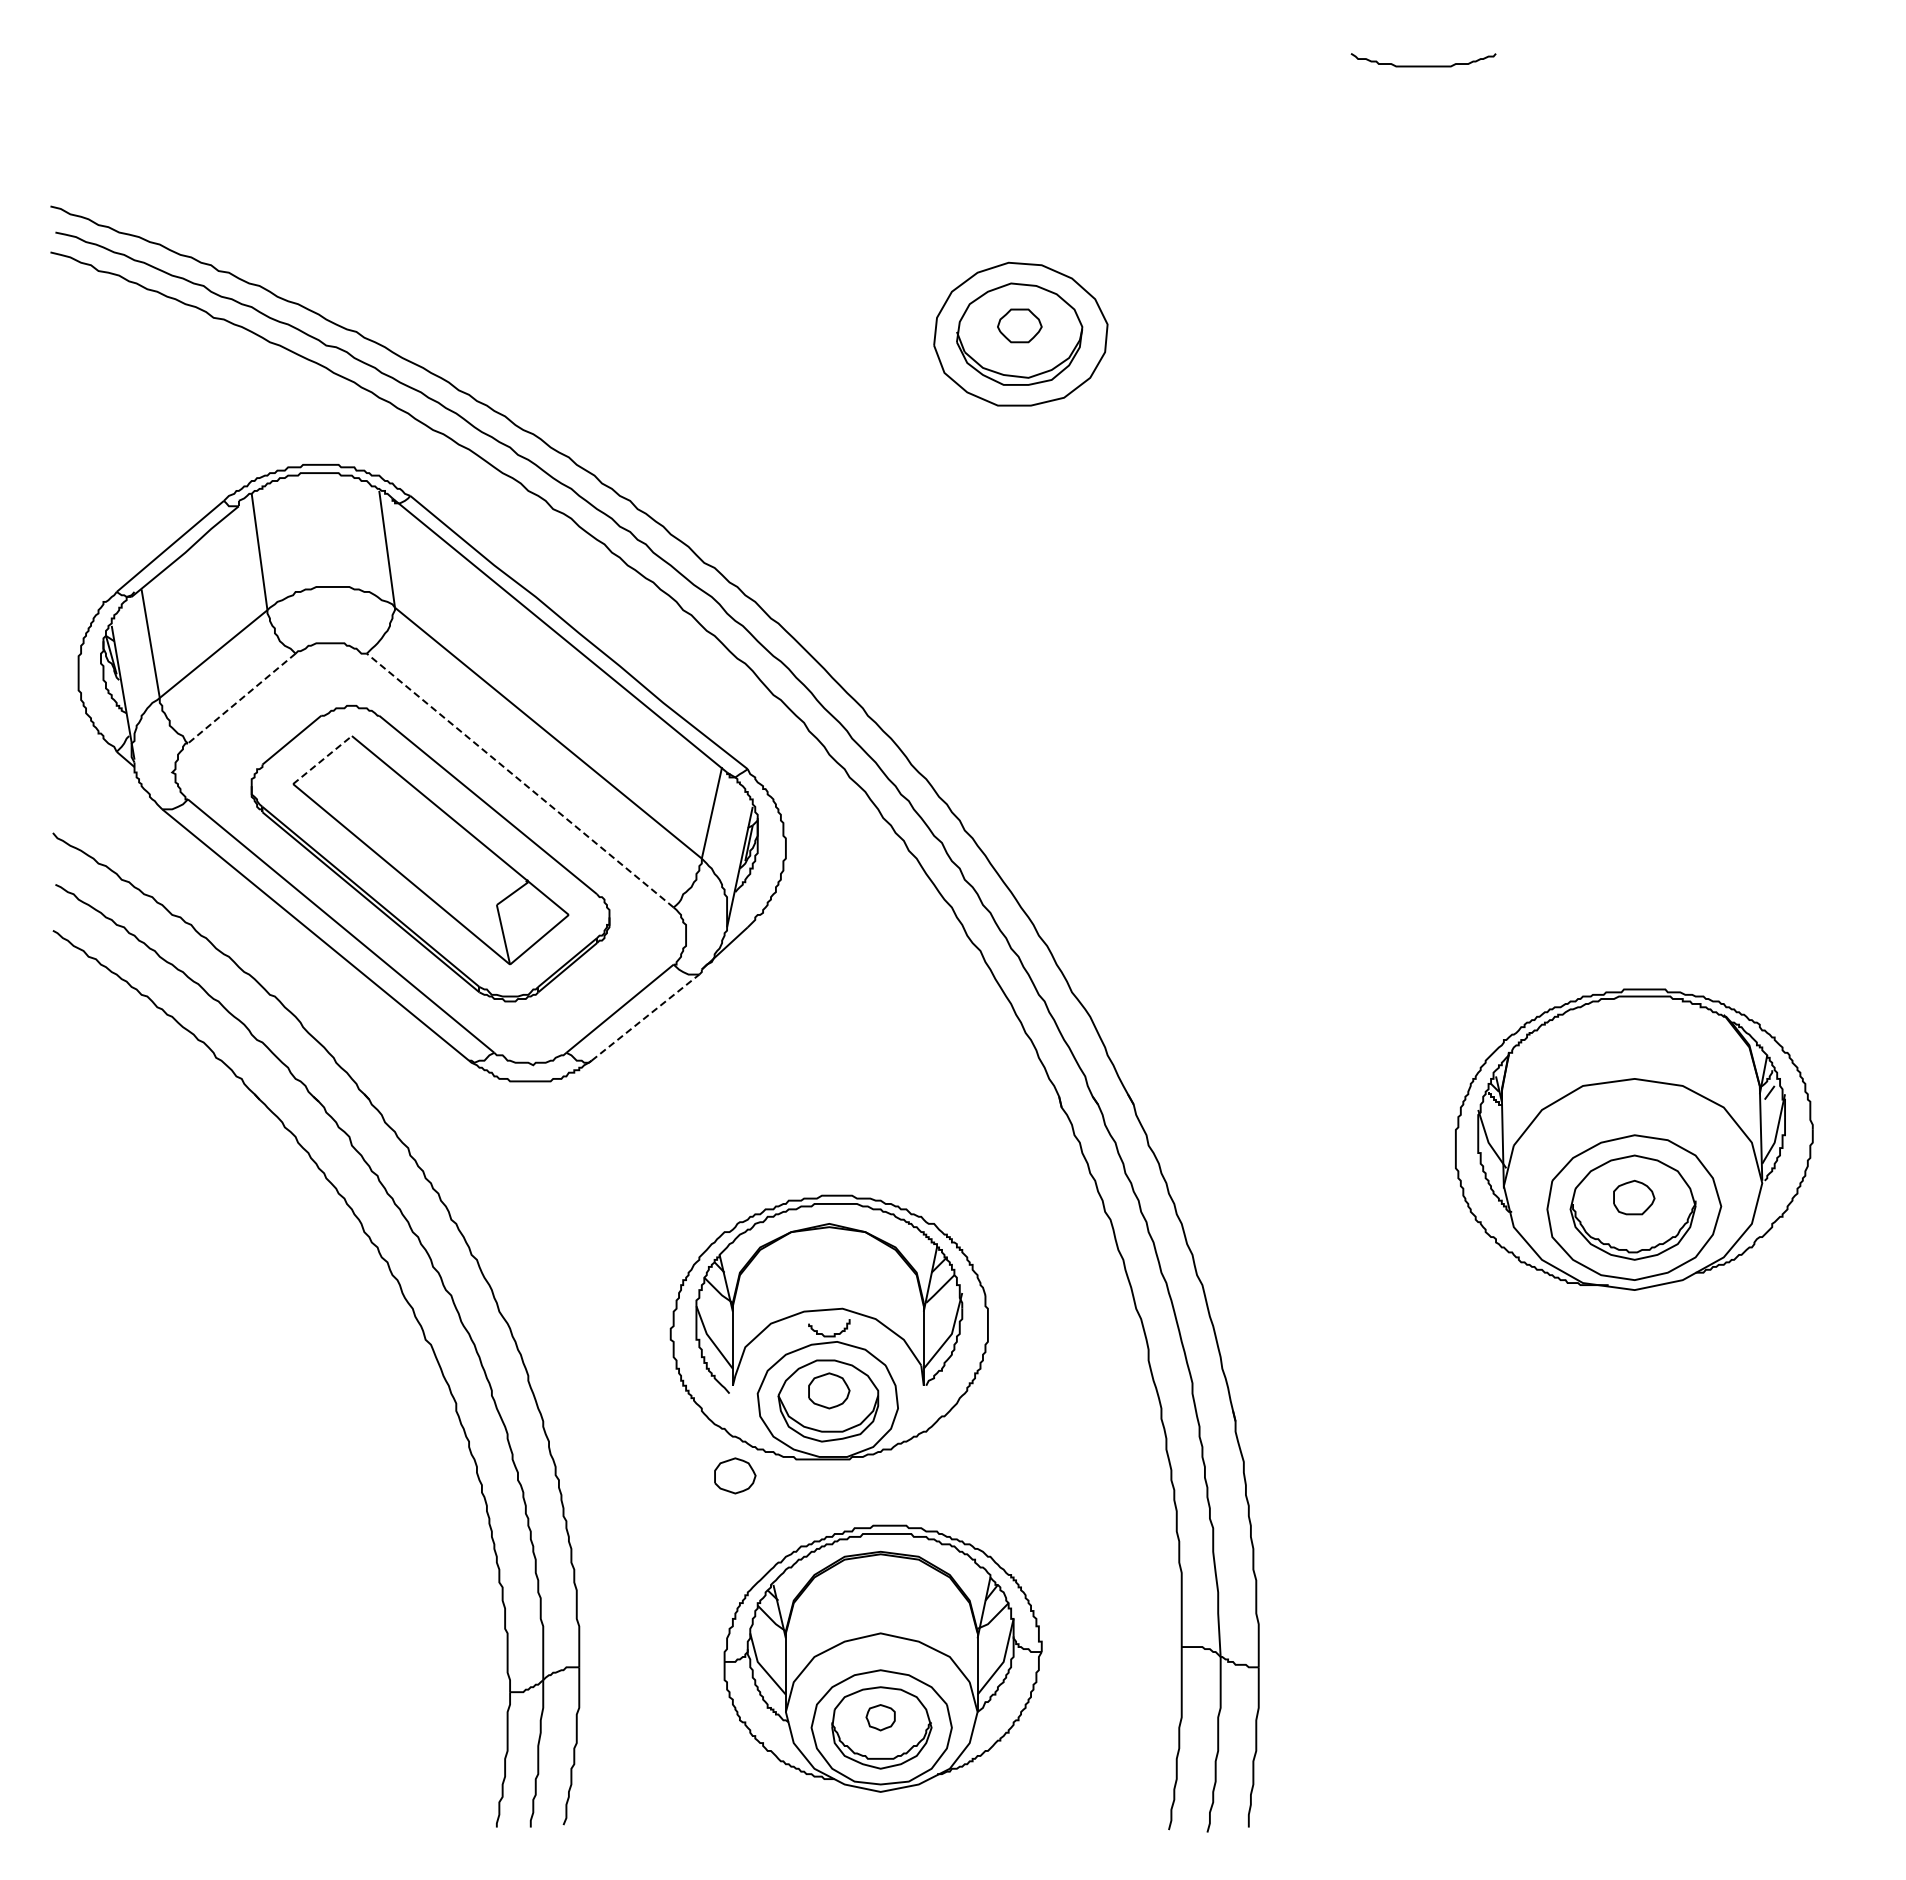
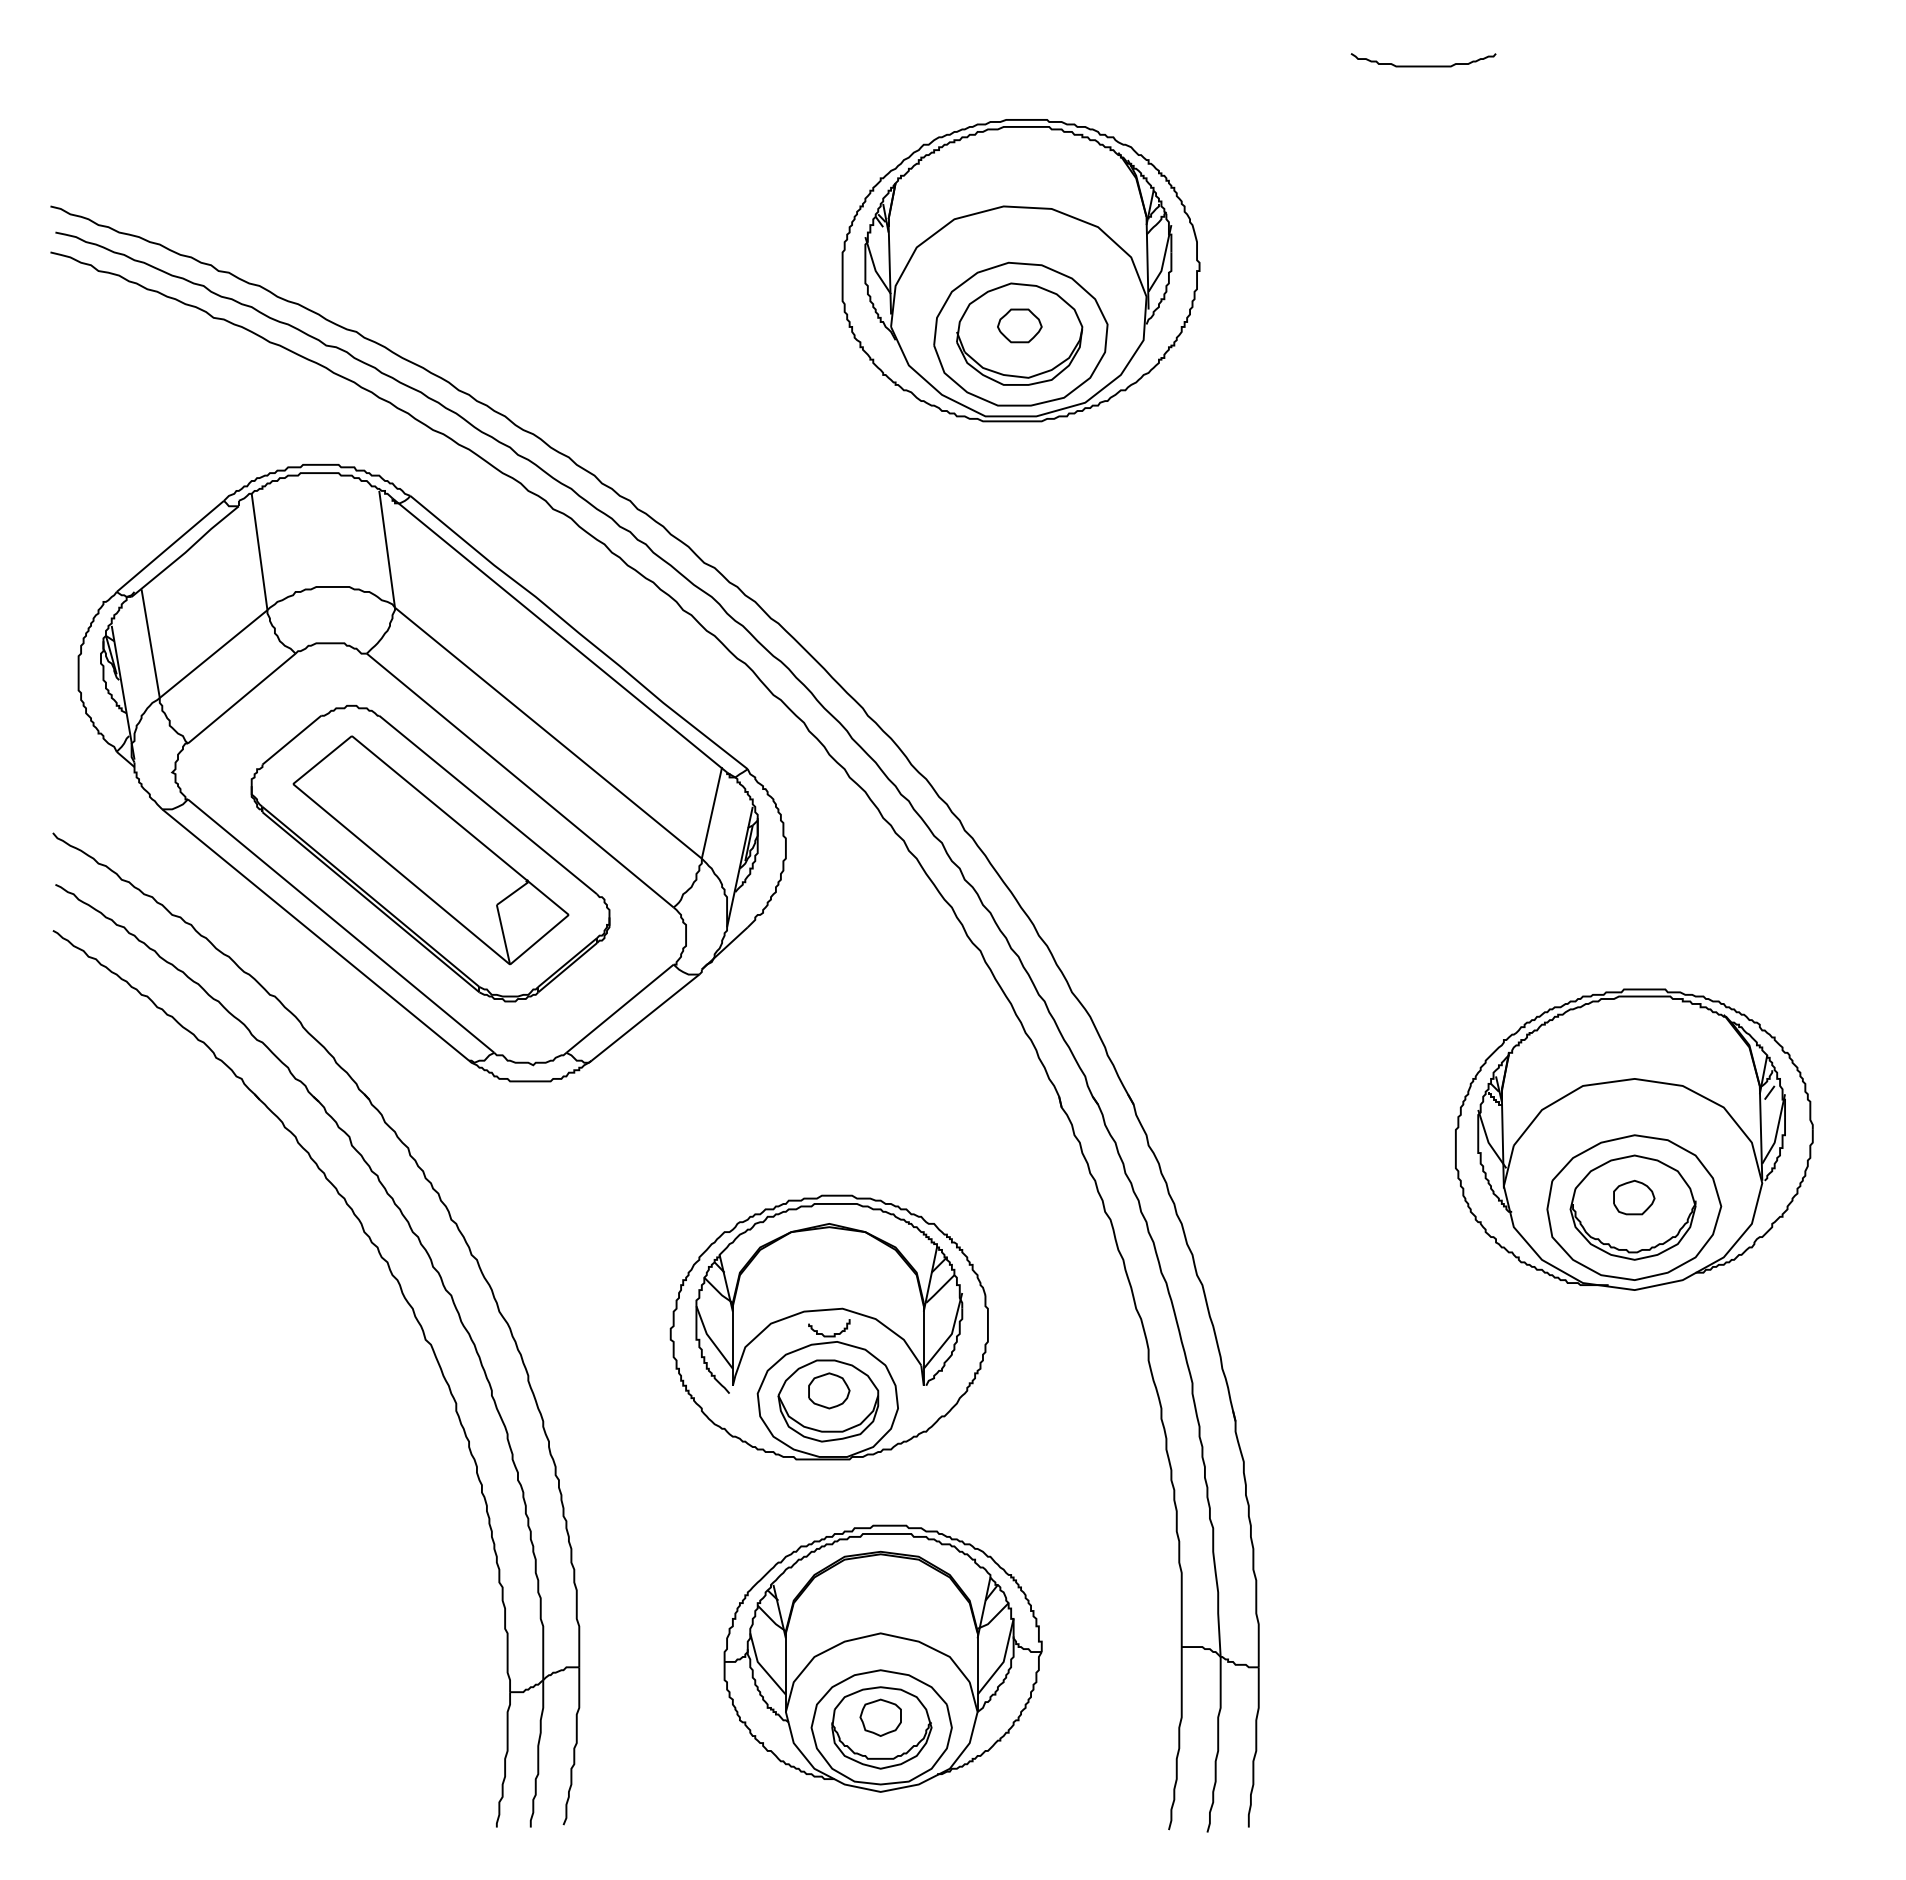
part at (1020, 270): none -> present
line at (241, 698): dashed -> solid
line at (322, 760): dashed -> solid
line at (519, 780): dashed -> solid
line at (645, 1017): dashed -> solid
part at (735, 1475): present -> none
part at (880, 1717) size: 31x28 px -> 43x39 px
